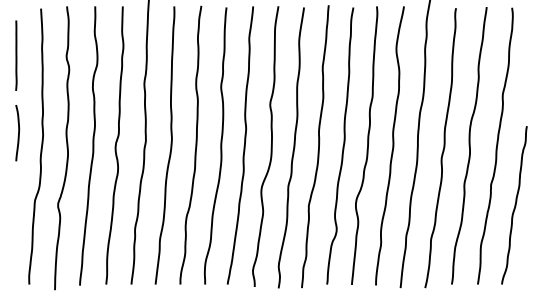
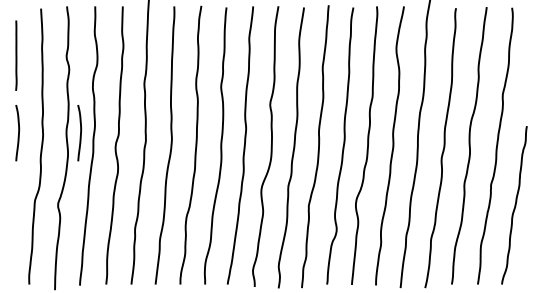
curve at (80, 133): none -> present
